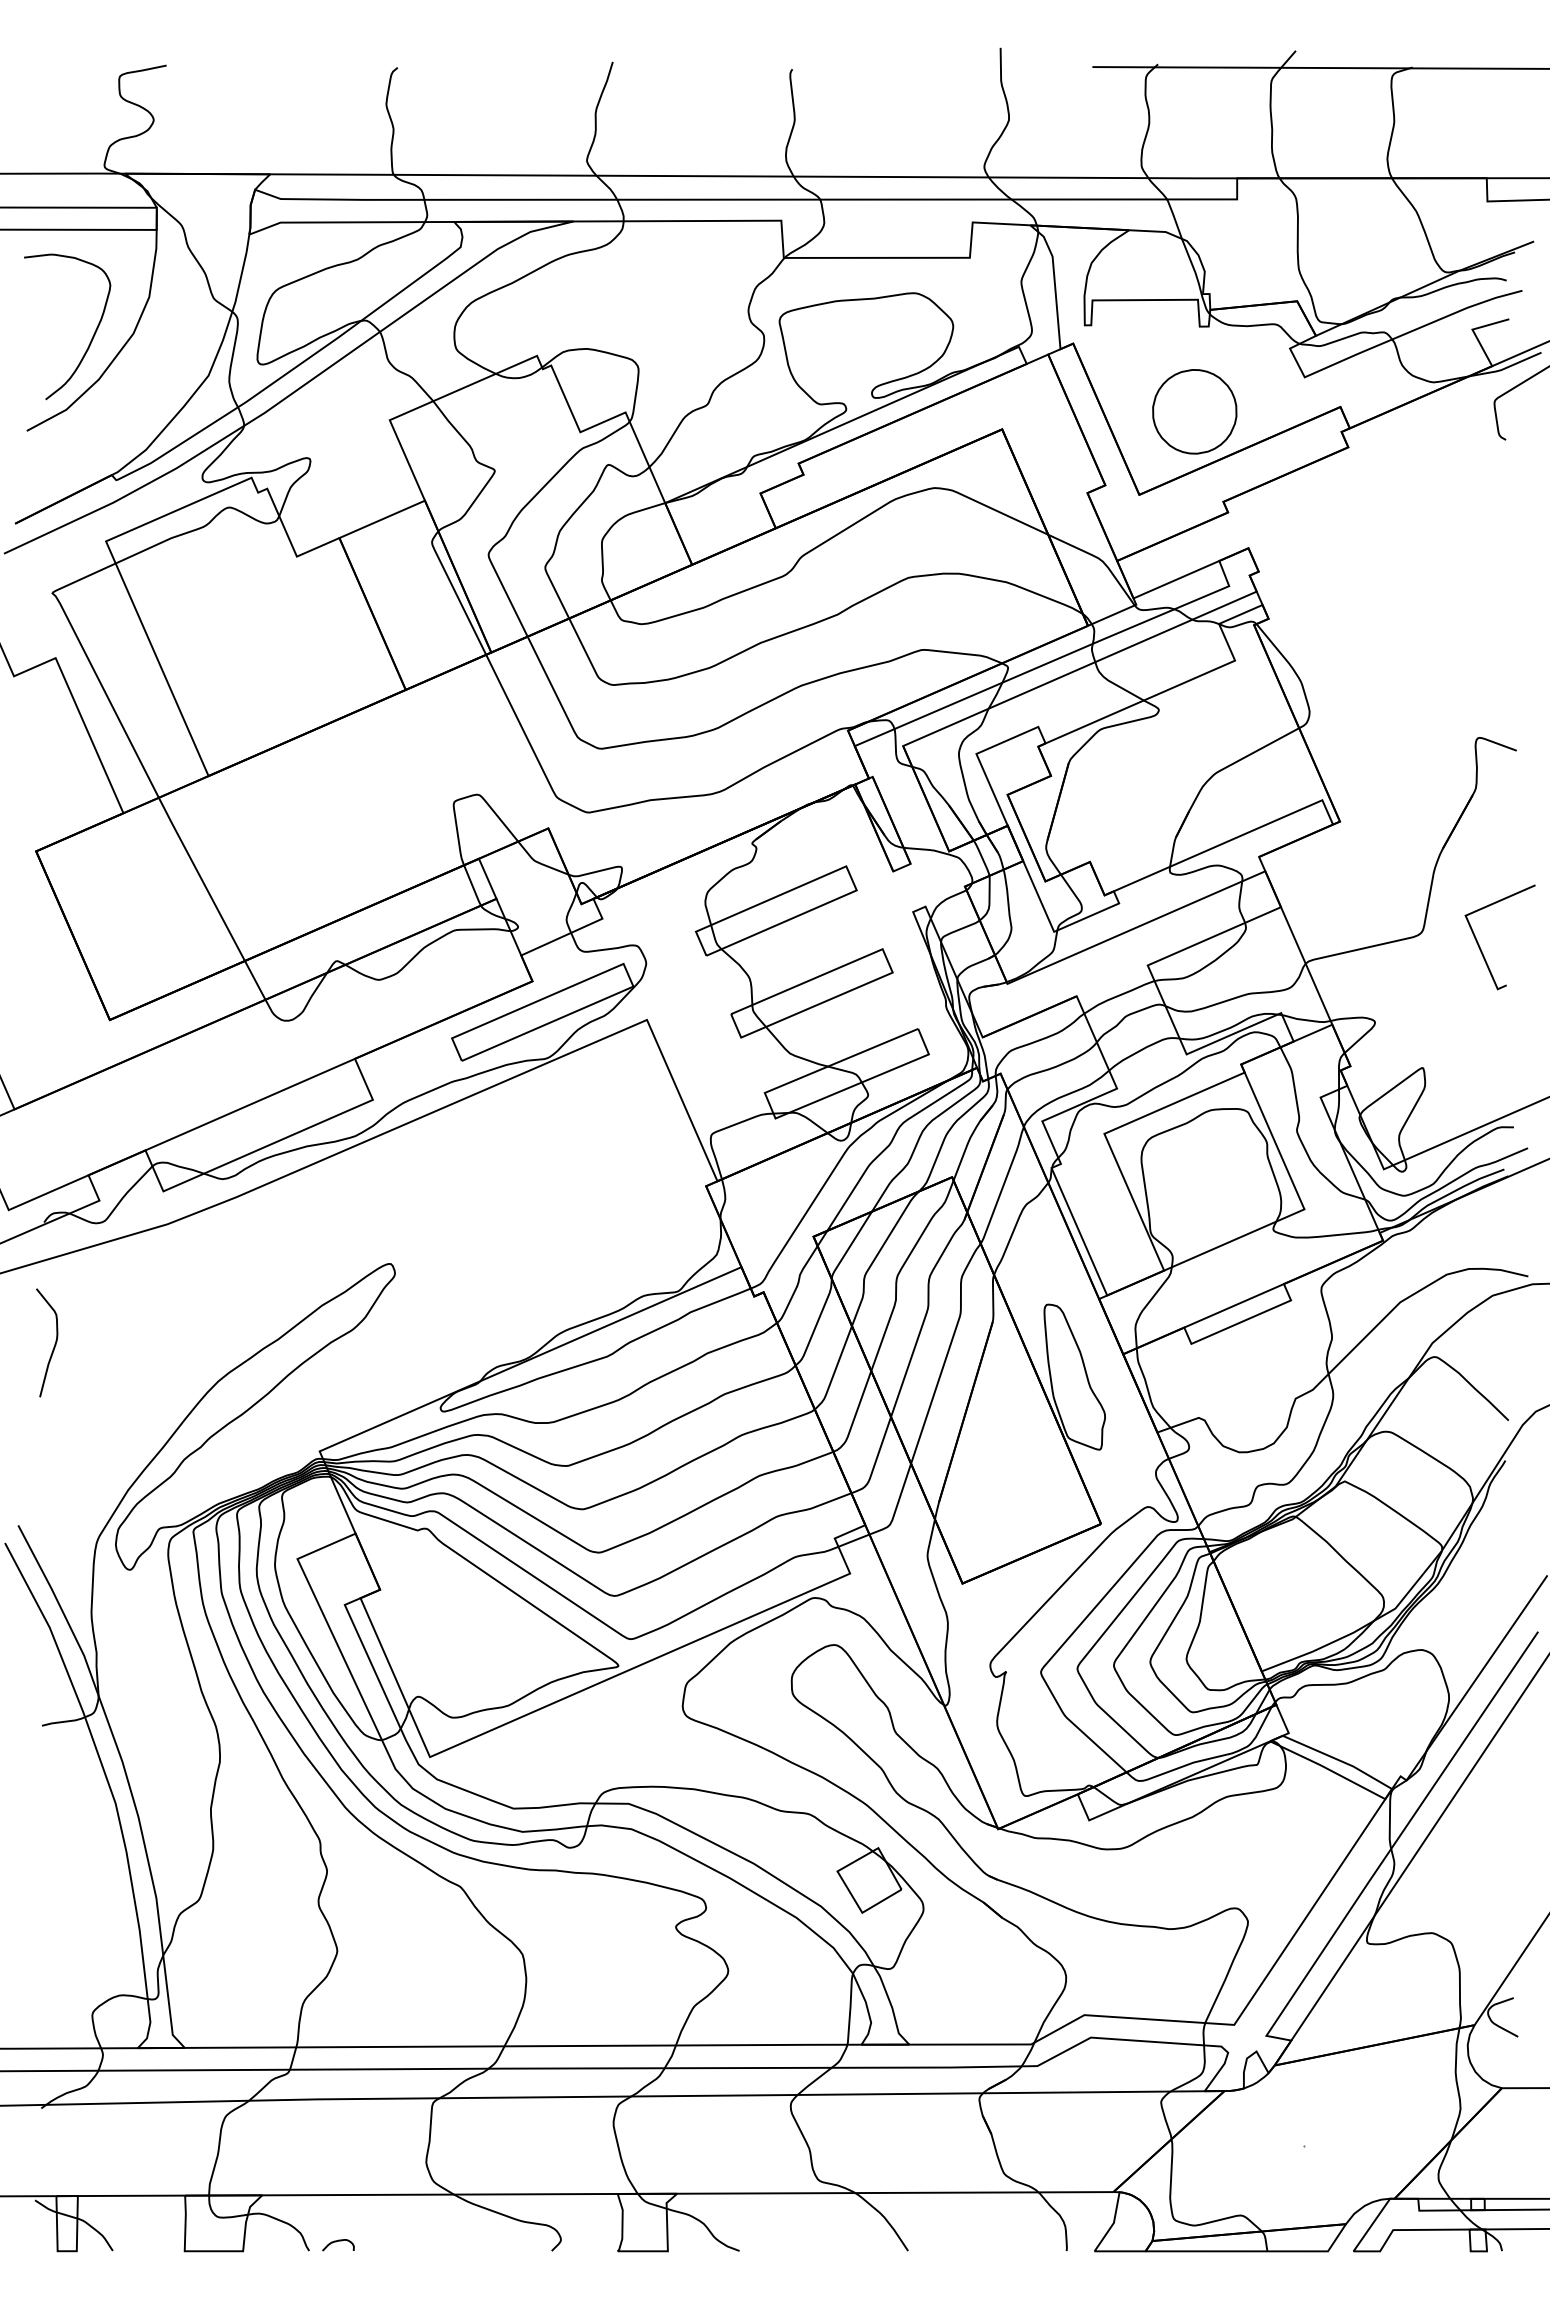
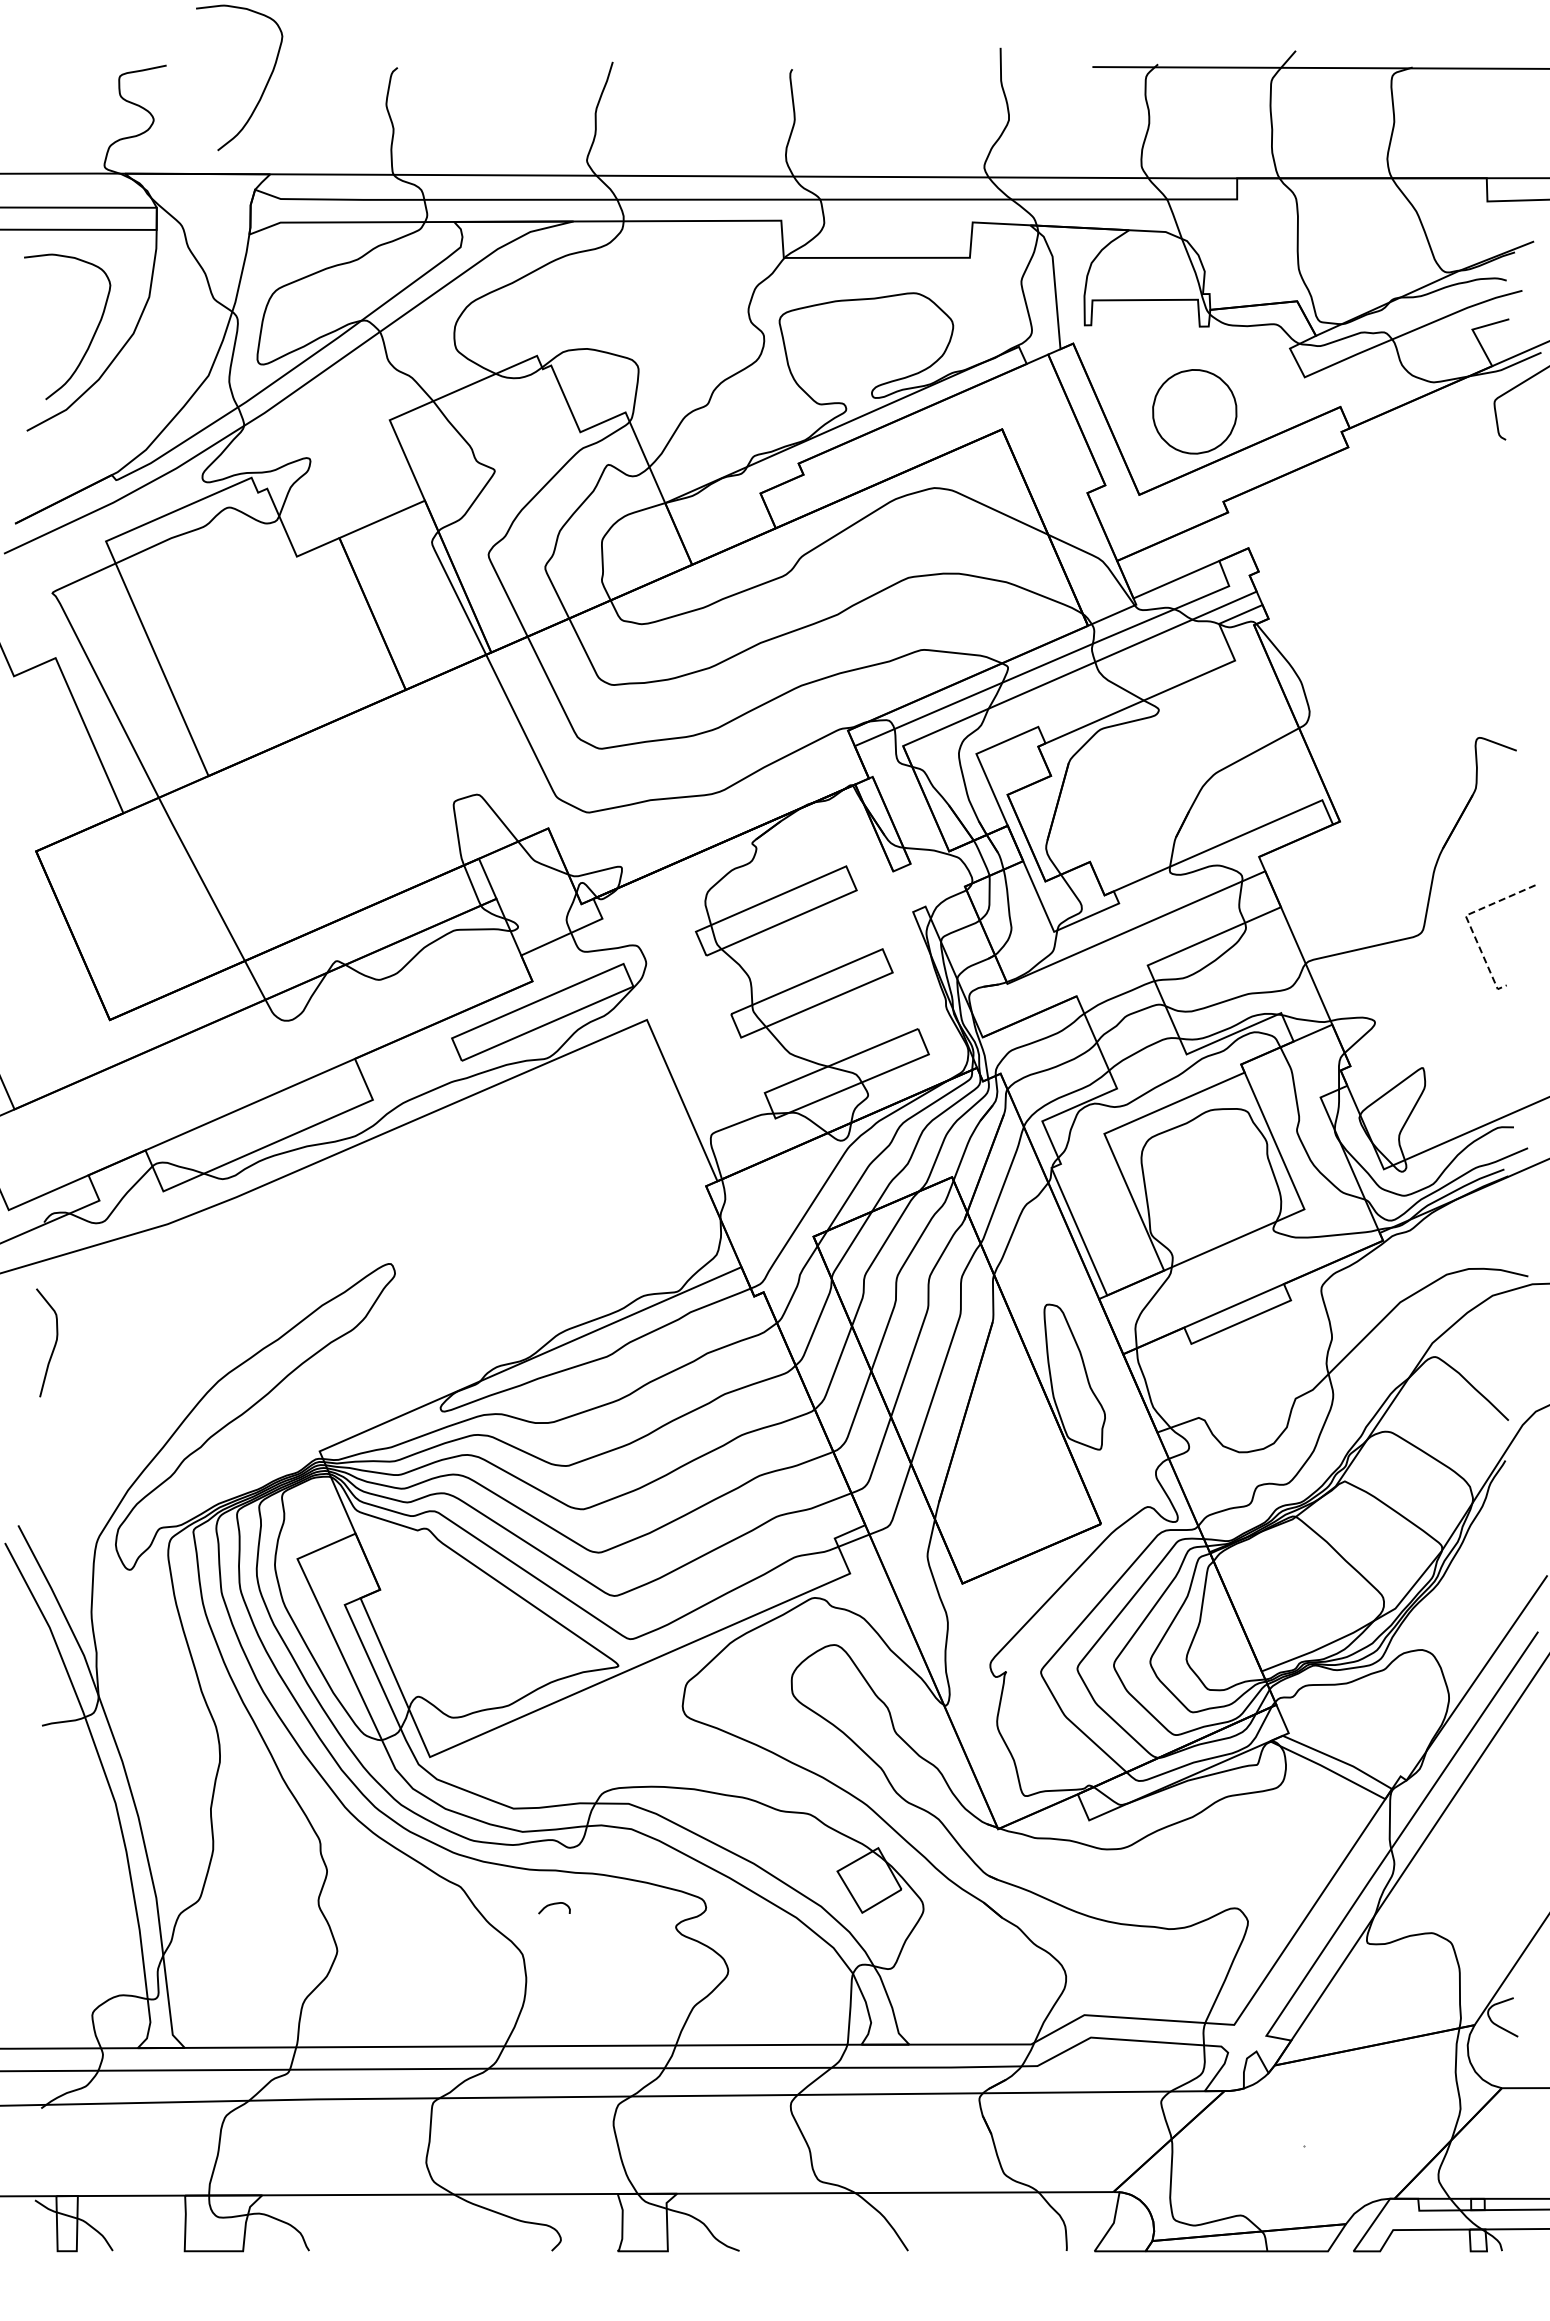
curve at (263, 89): none -> present
line at (1468, 922): solid -> dashed
curve at (336, 2242) position: (336, 2242) -> (552, 1905)
